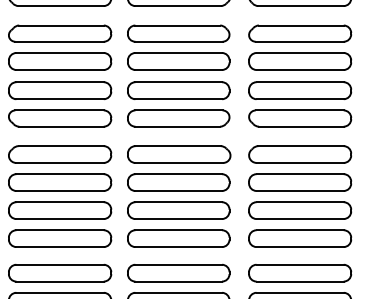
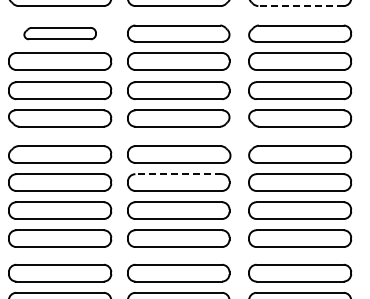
line at (301, 6): solid -> dashed
part at (60, 33) size: 105x19 px -> 74x14 px
line at (178, 174): solid -> dashed
